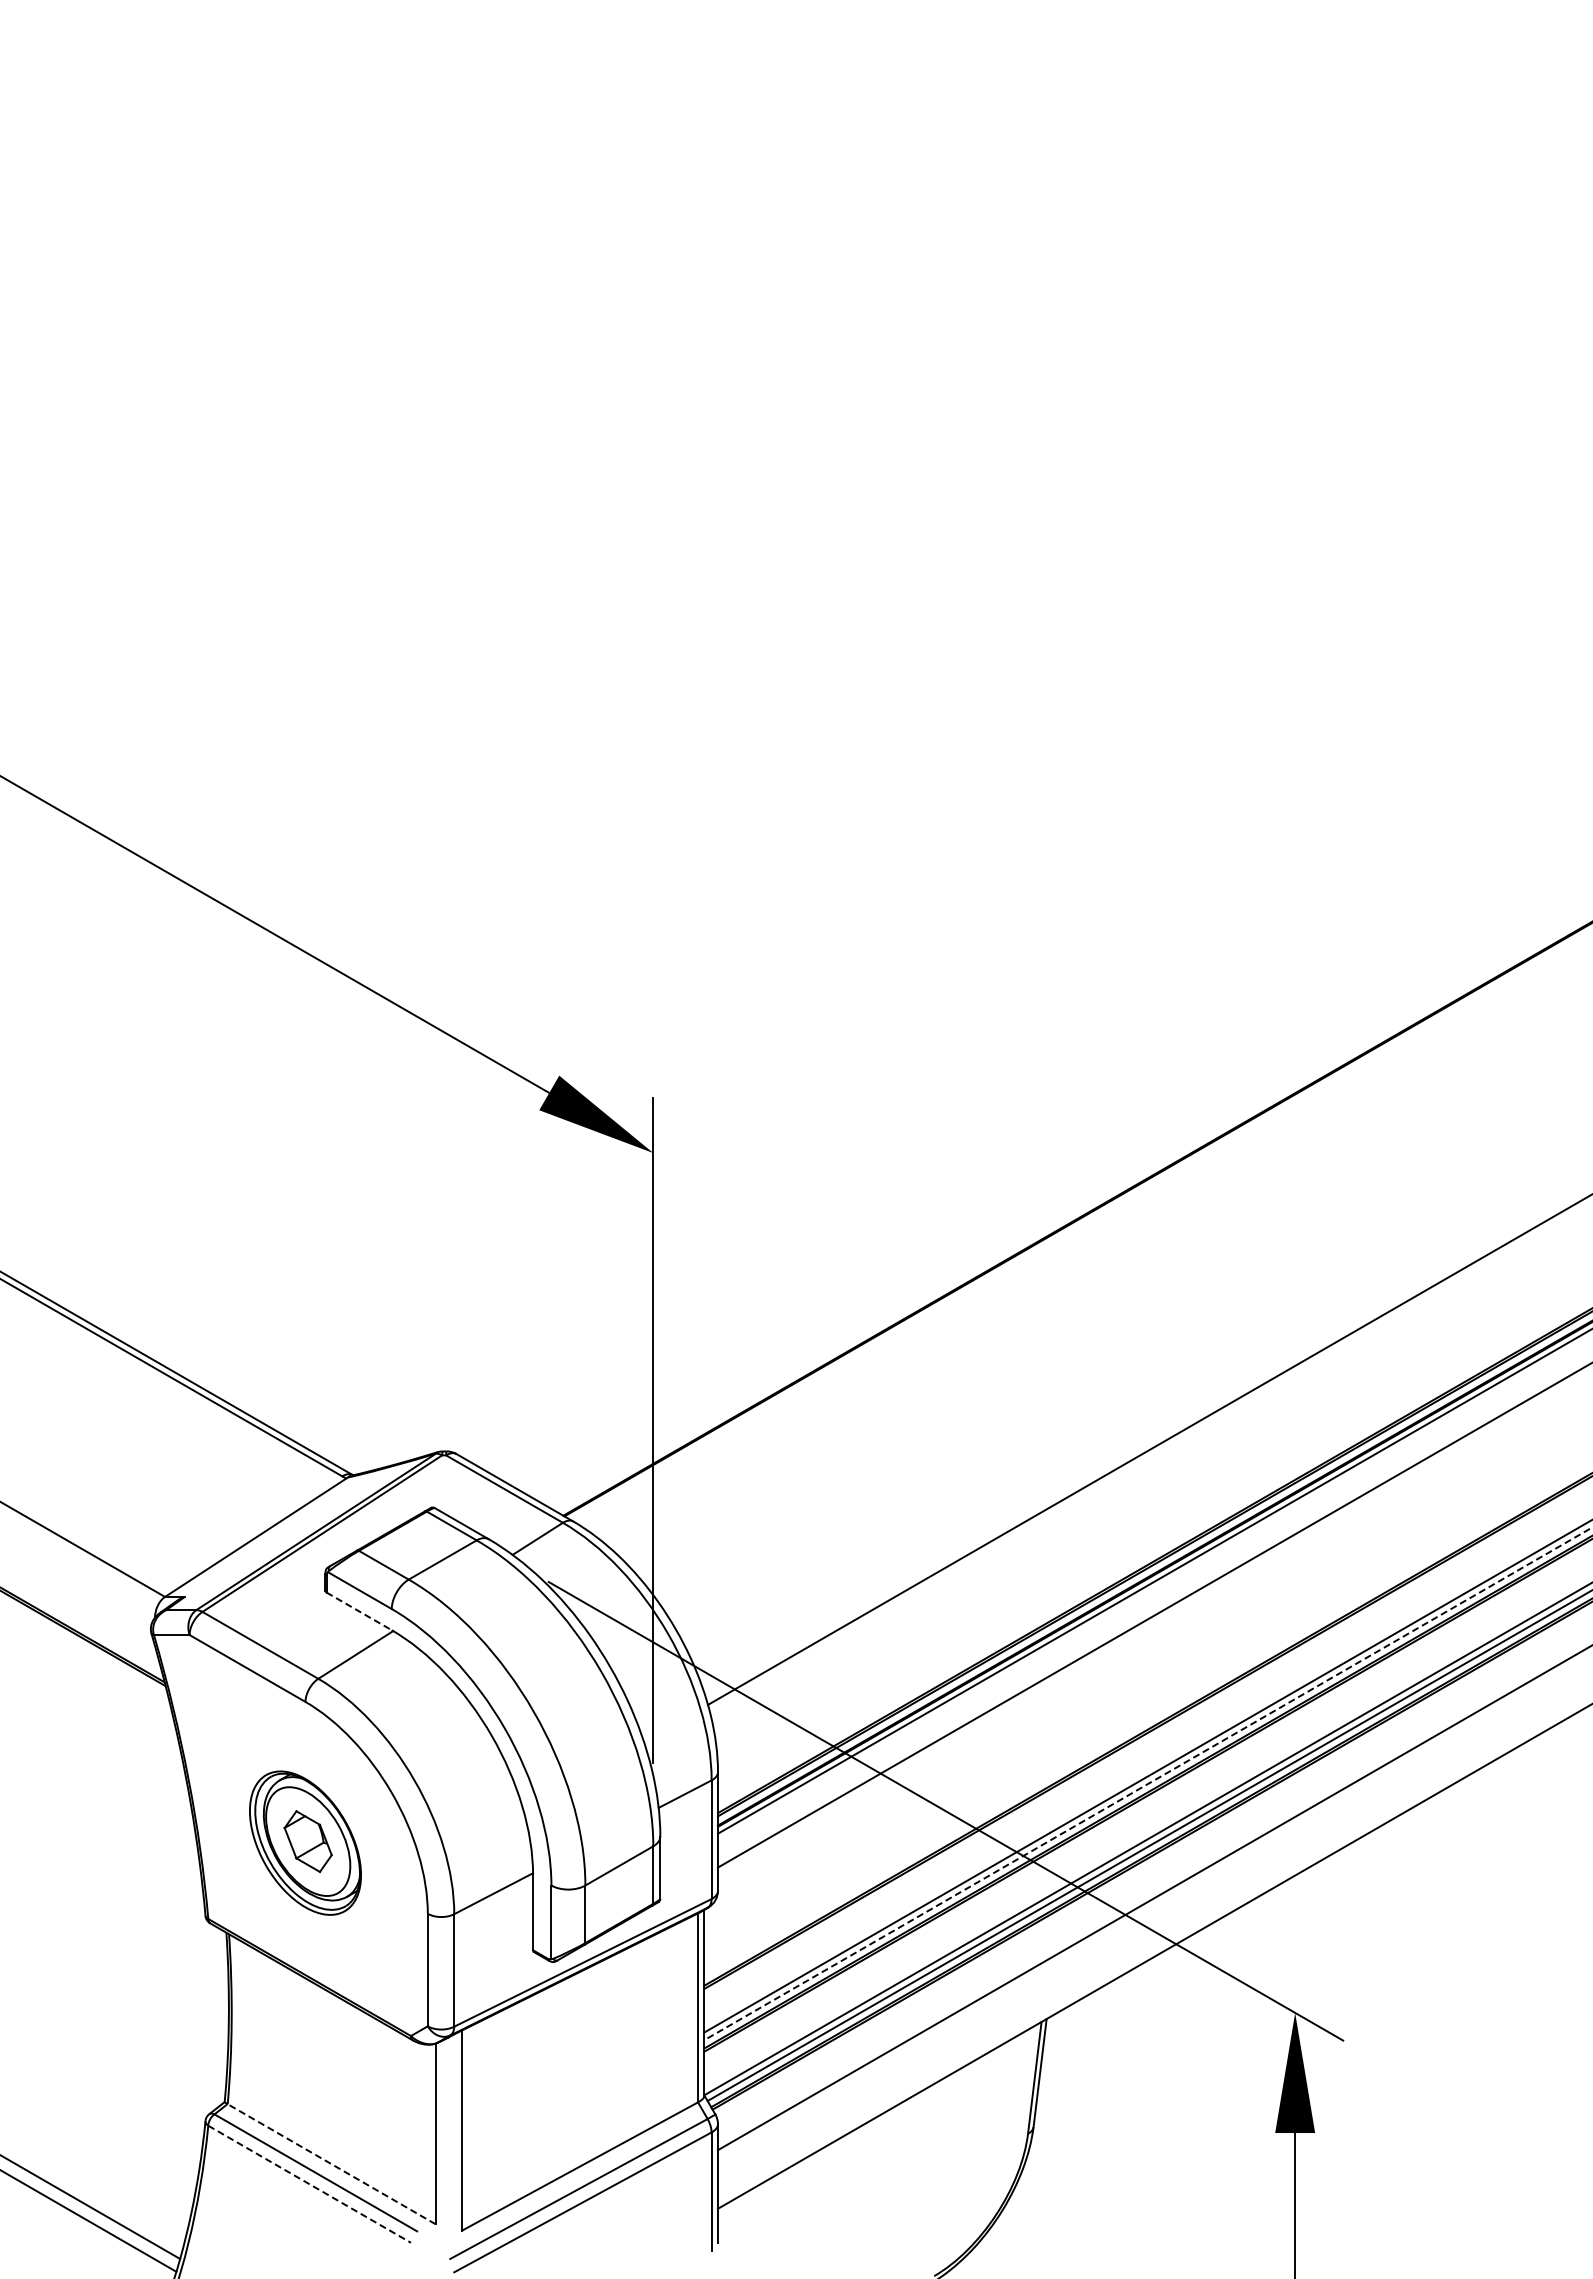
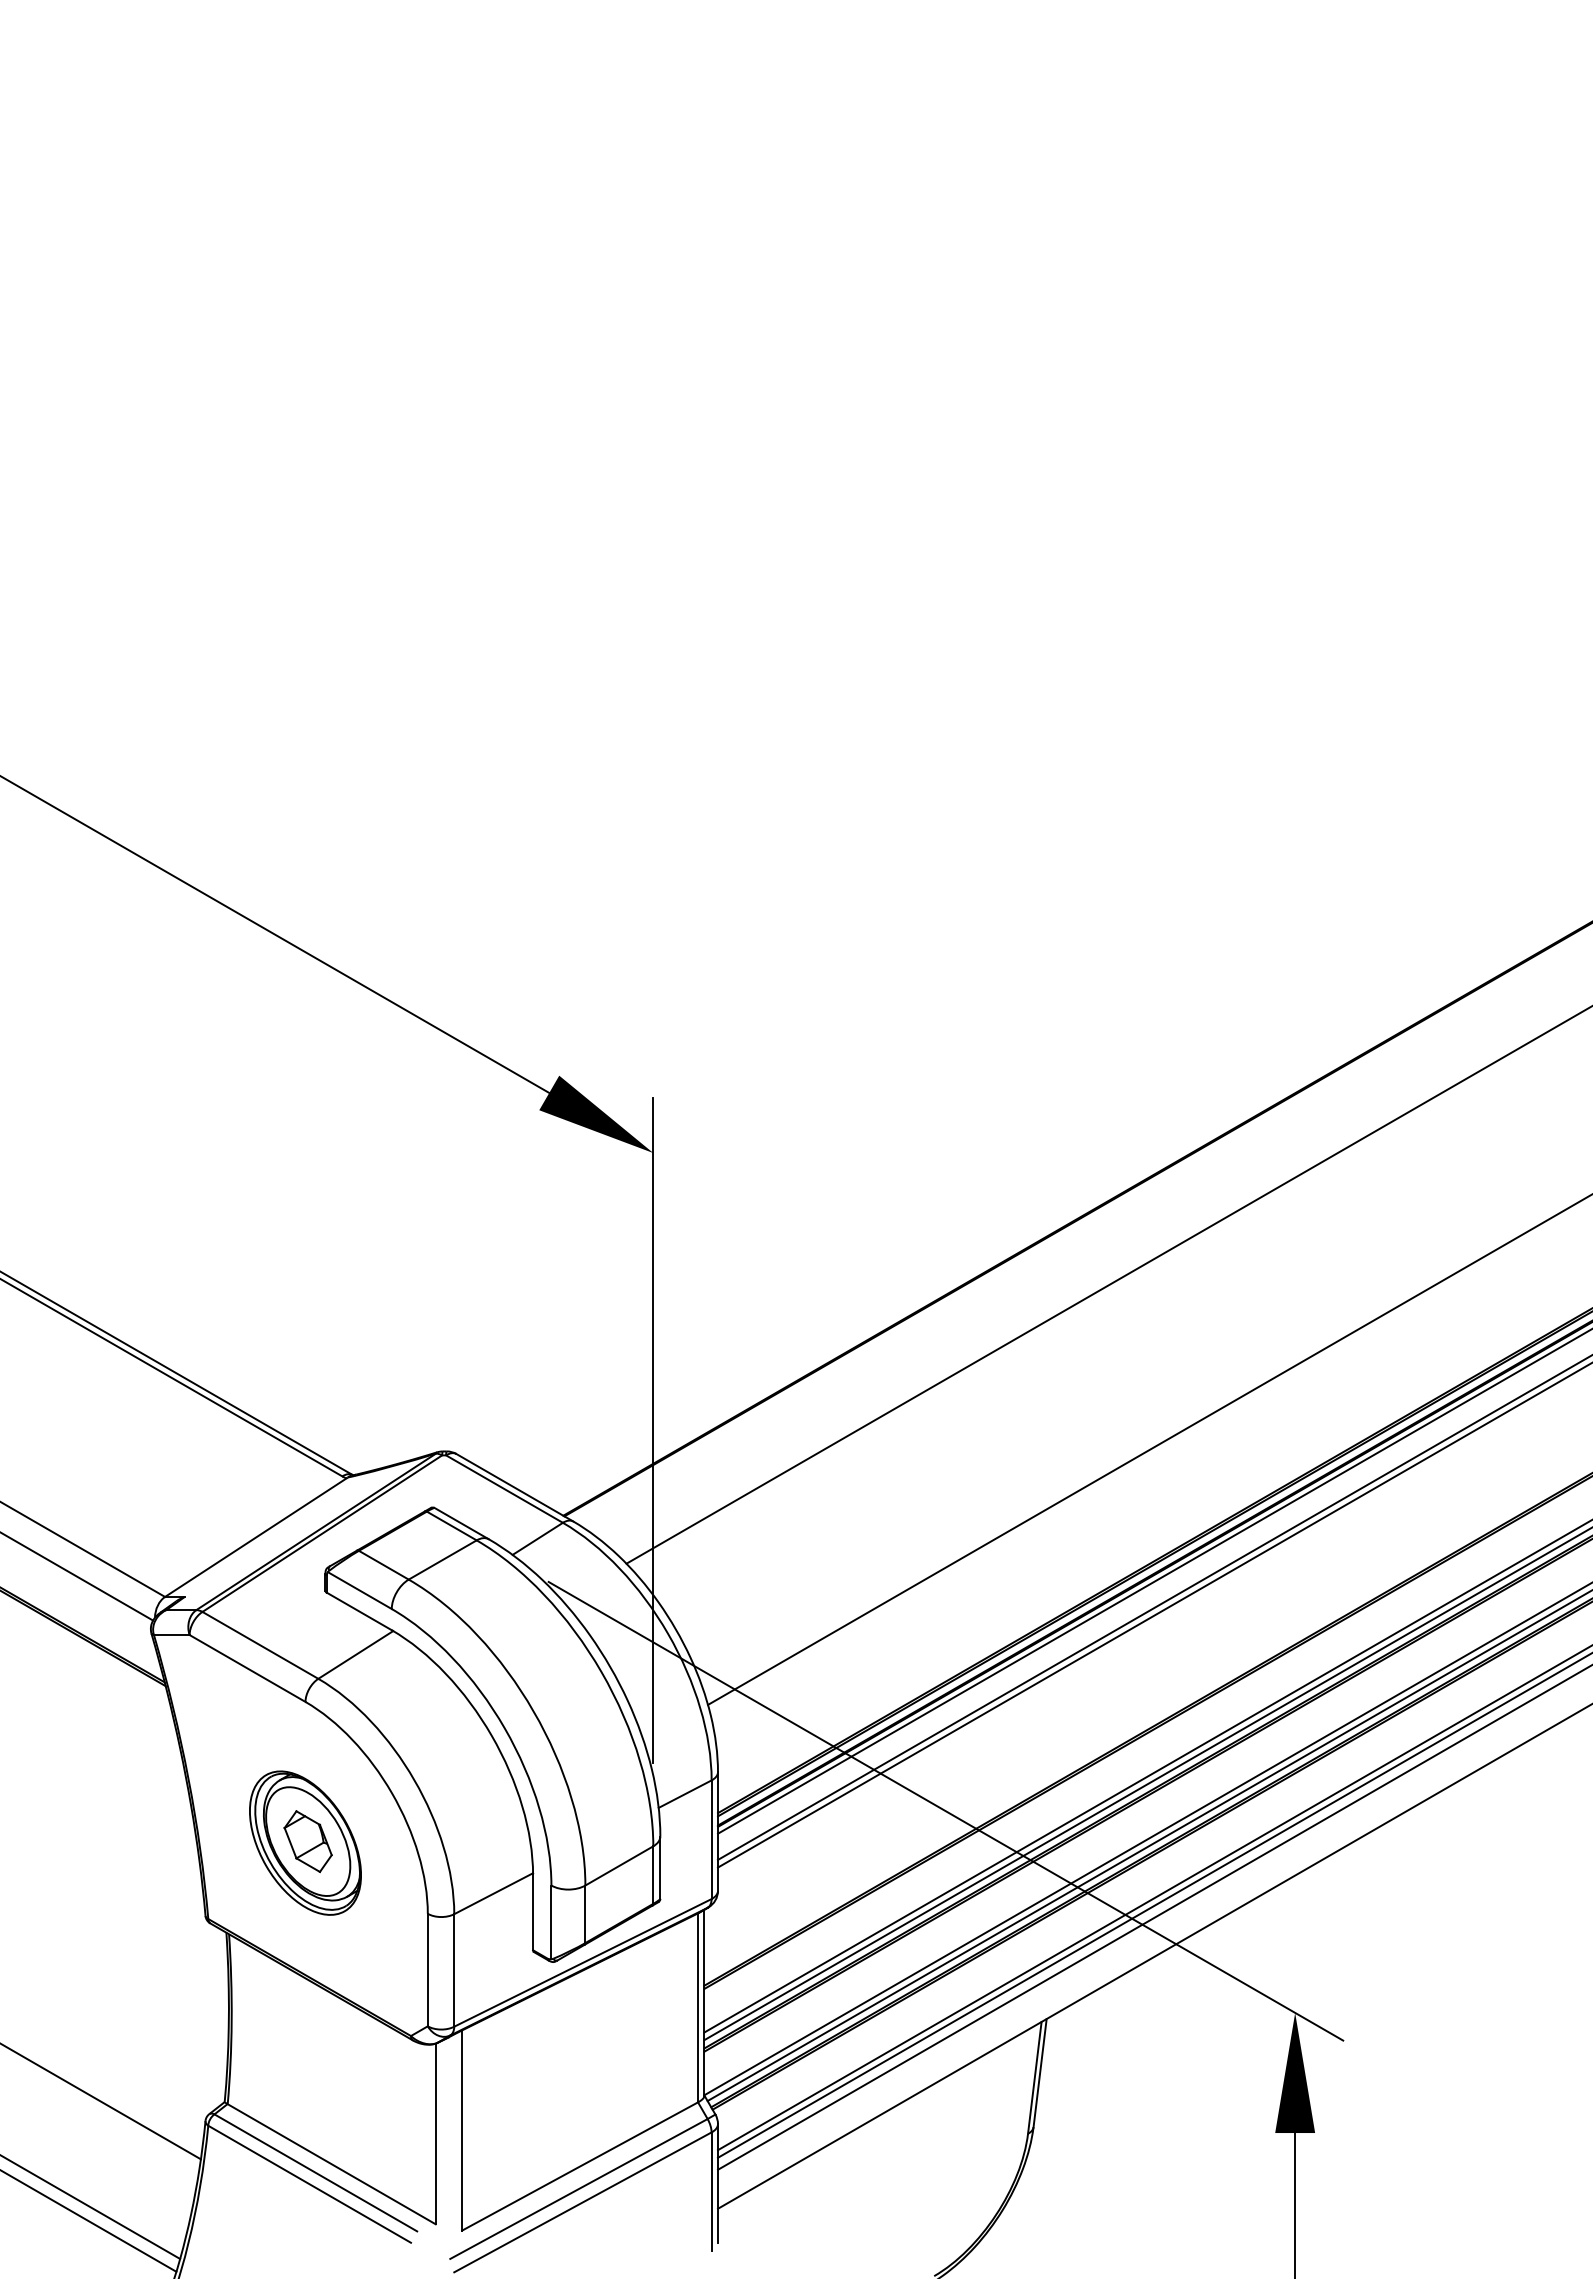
line at (1107, 1285): none -> present
line at (77, 1576): none -> present
line at (1153, 1607): none -> present
line at (359, 1611): dashed -> solid
line at (1148, 1783): dashed -> solid
line at (1153, 1905): none -> present
line at (1153, 1917): none -> present
line at (101, 2101): none -> present
line at (331, 2163): dashed -> solid
line at (310, 2184): dashed -> solid
